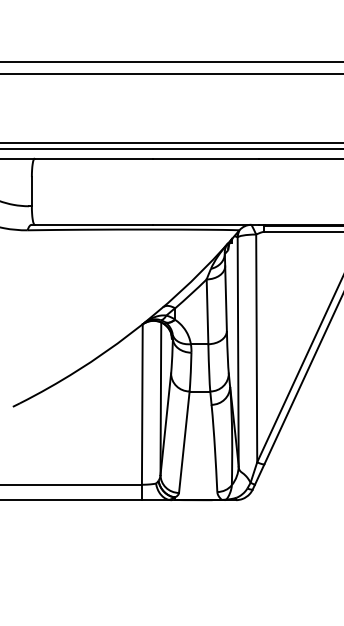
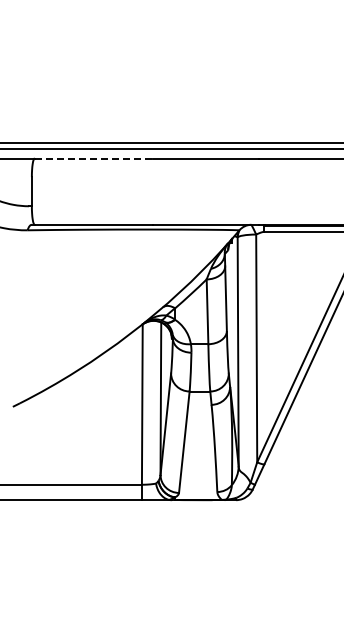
line at (171, 61): present -> none
line at (171, 73): present -> none
line at (93, 158): solid -> dashed
